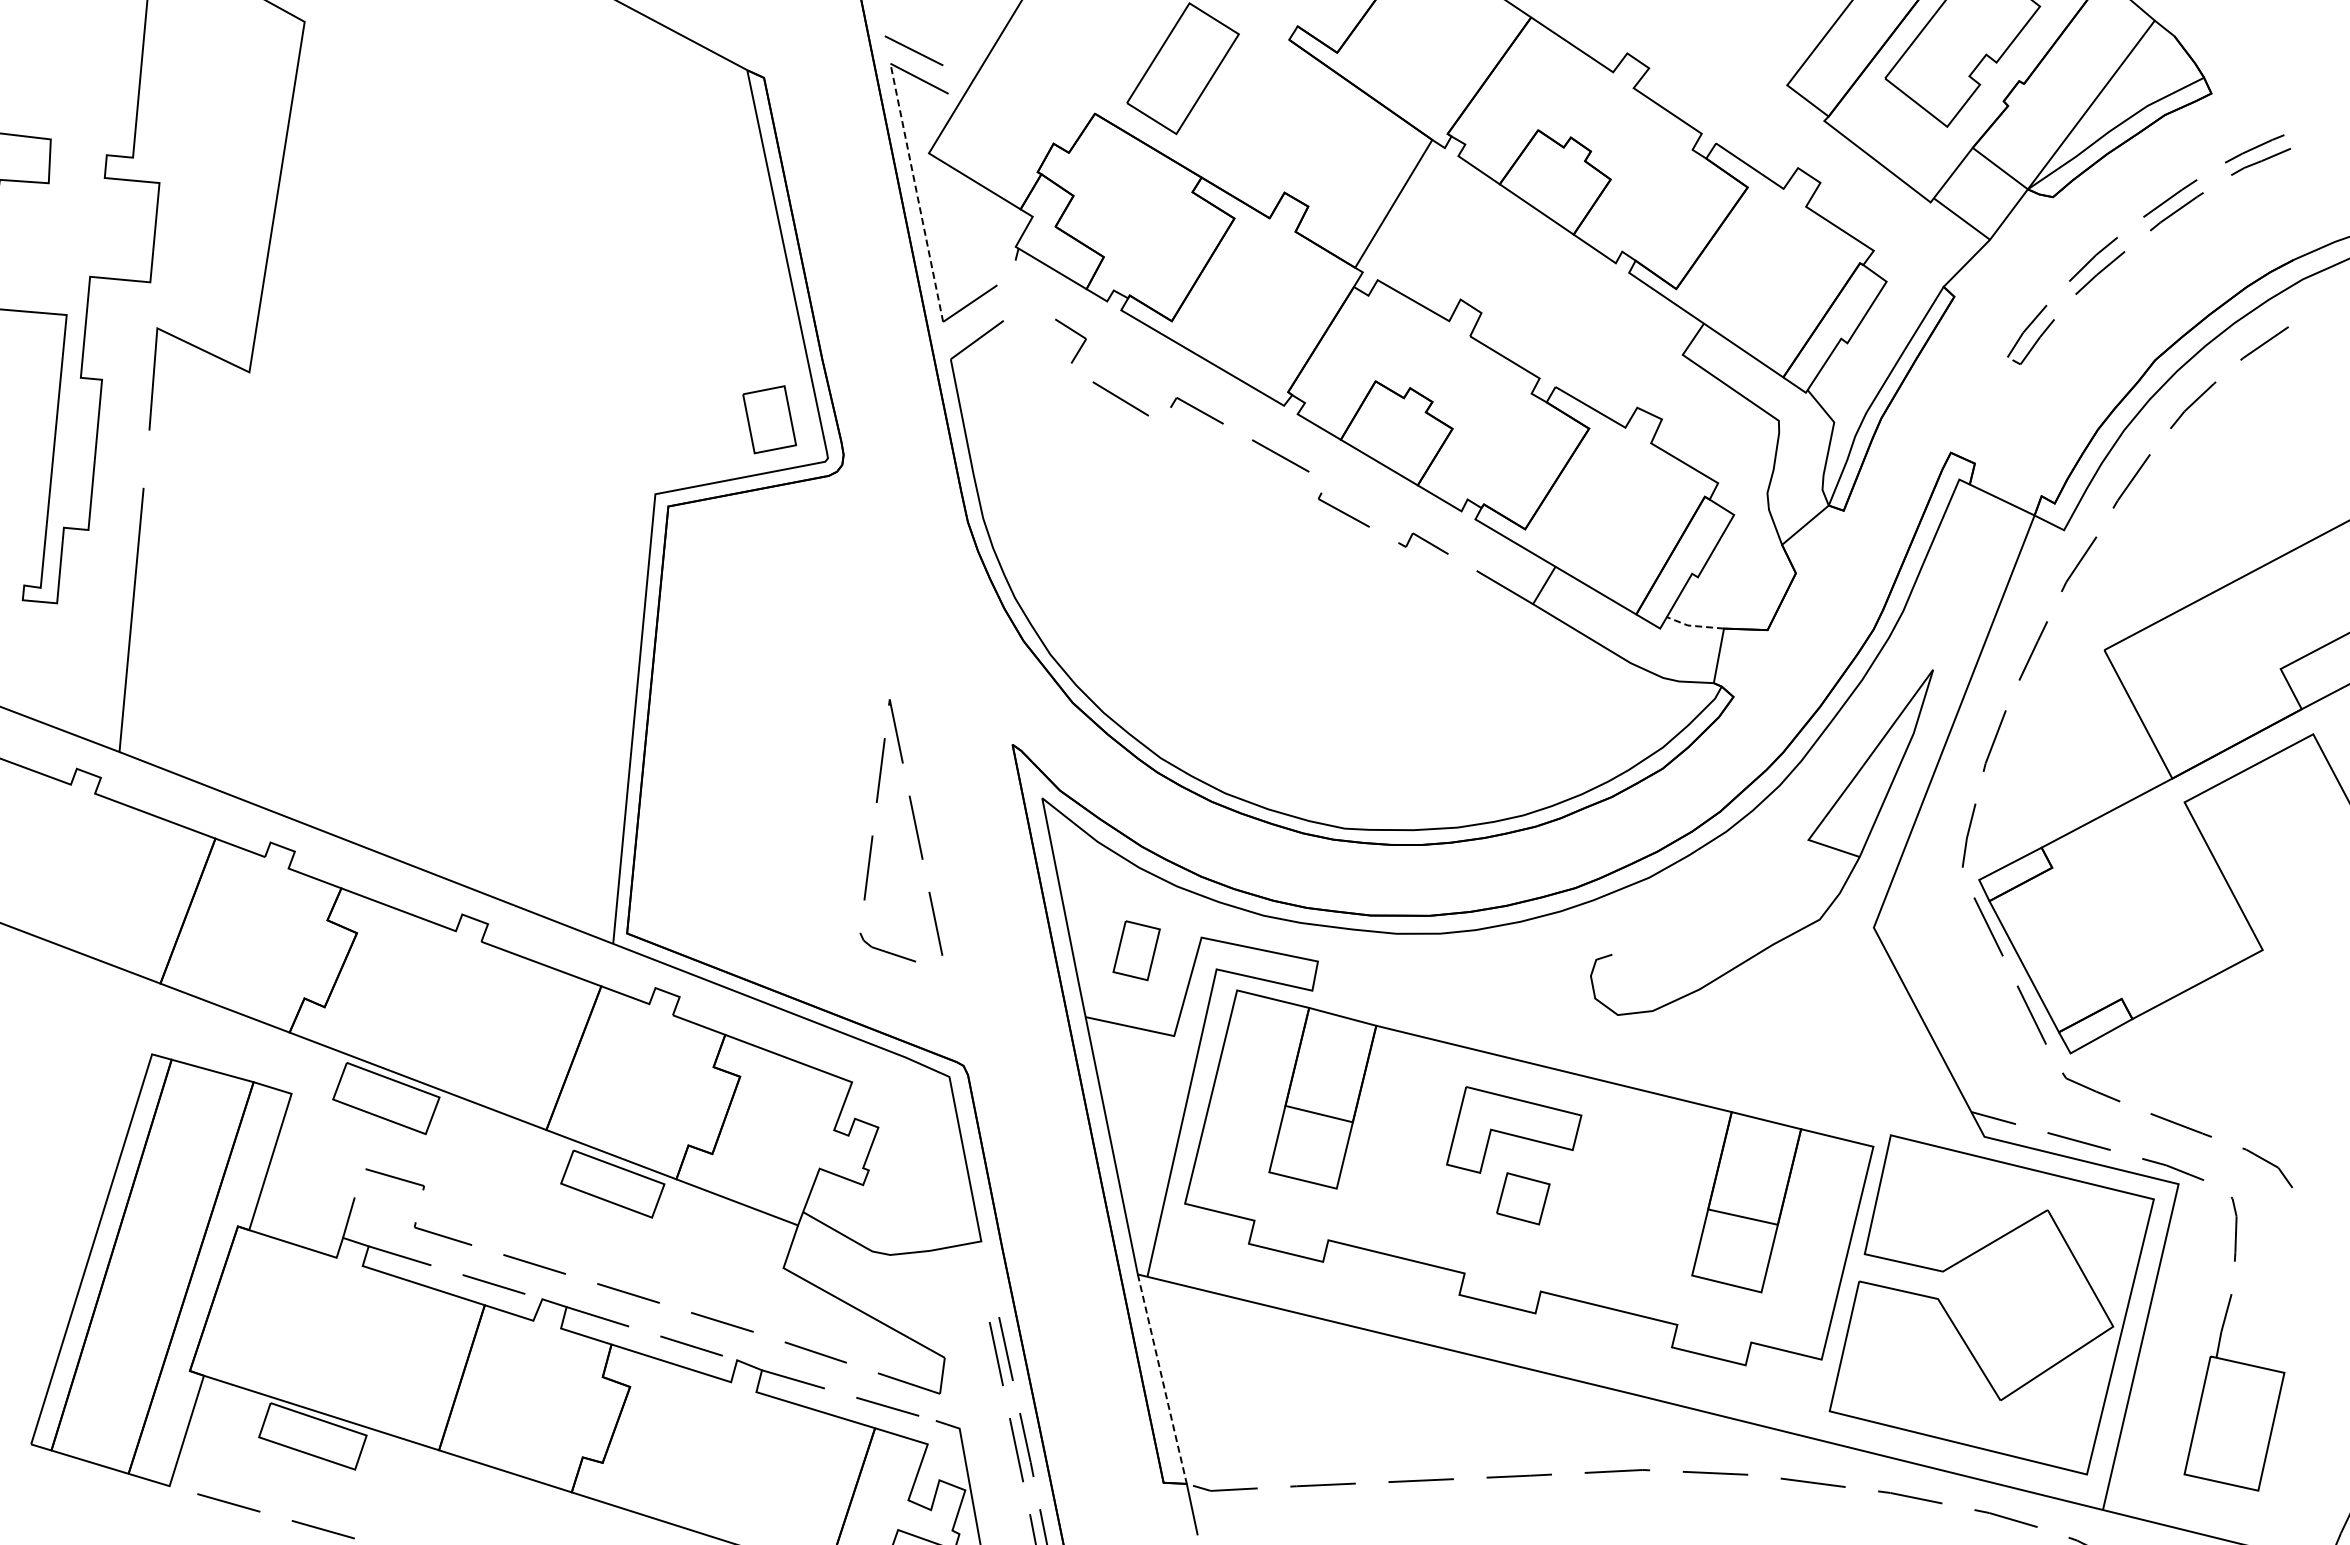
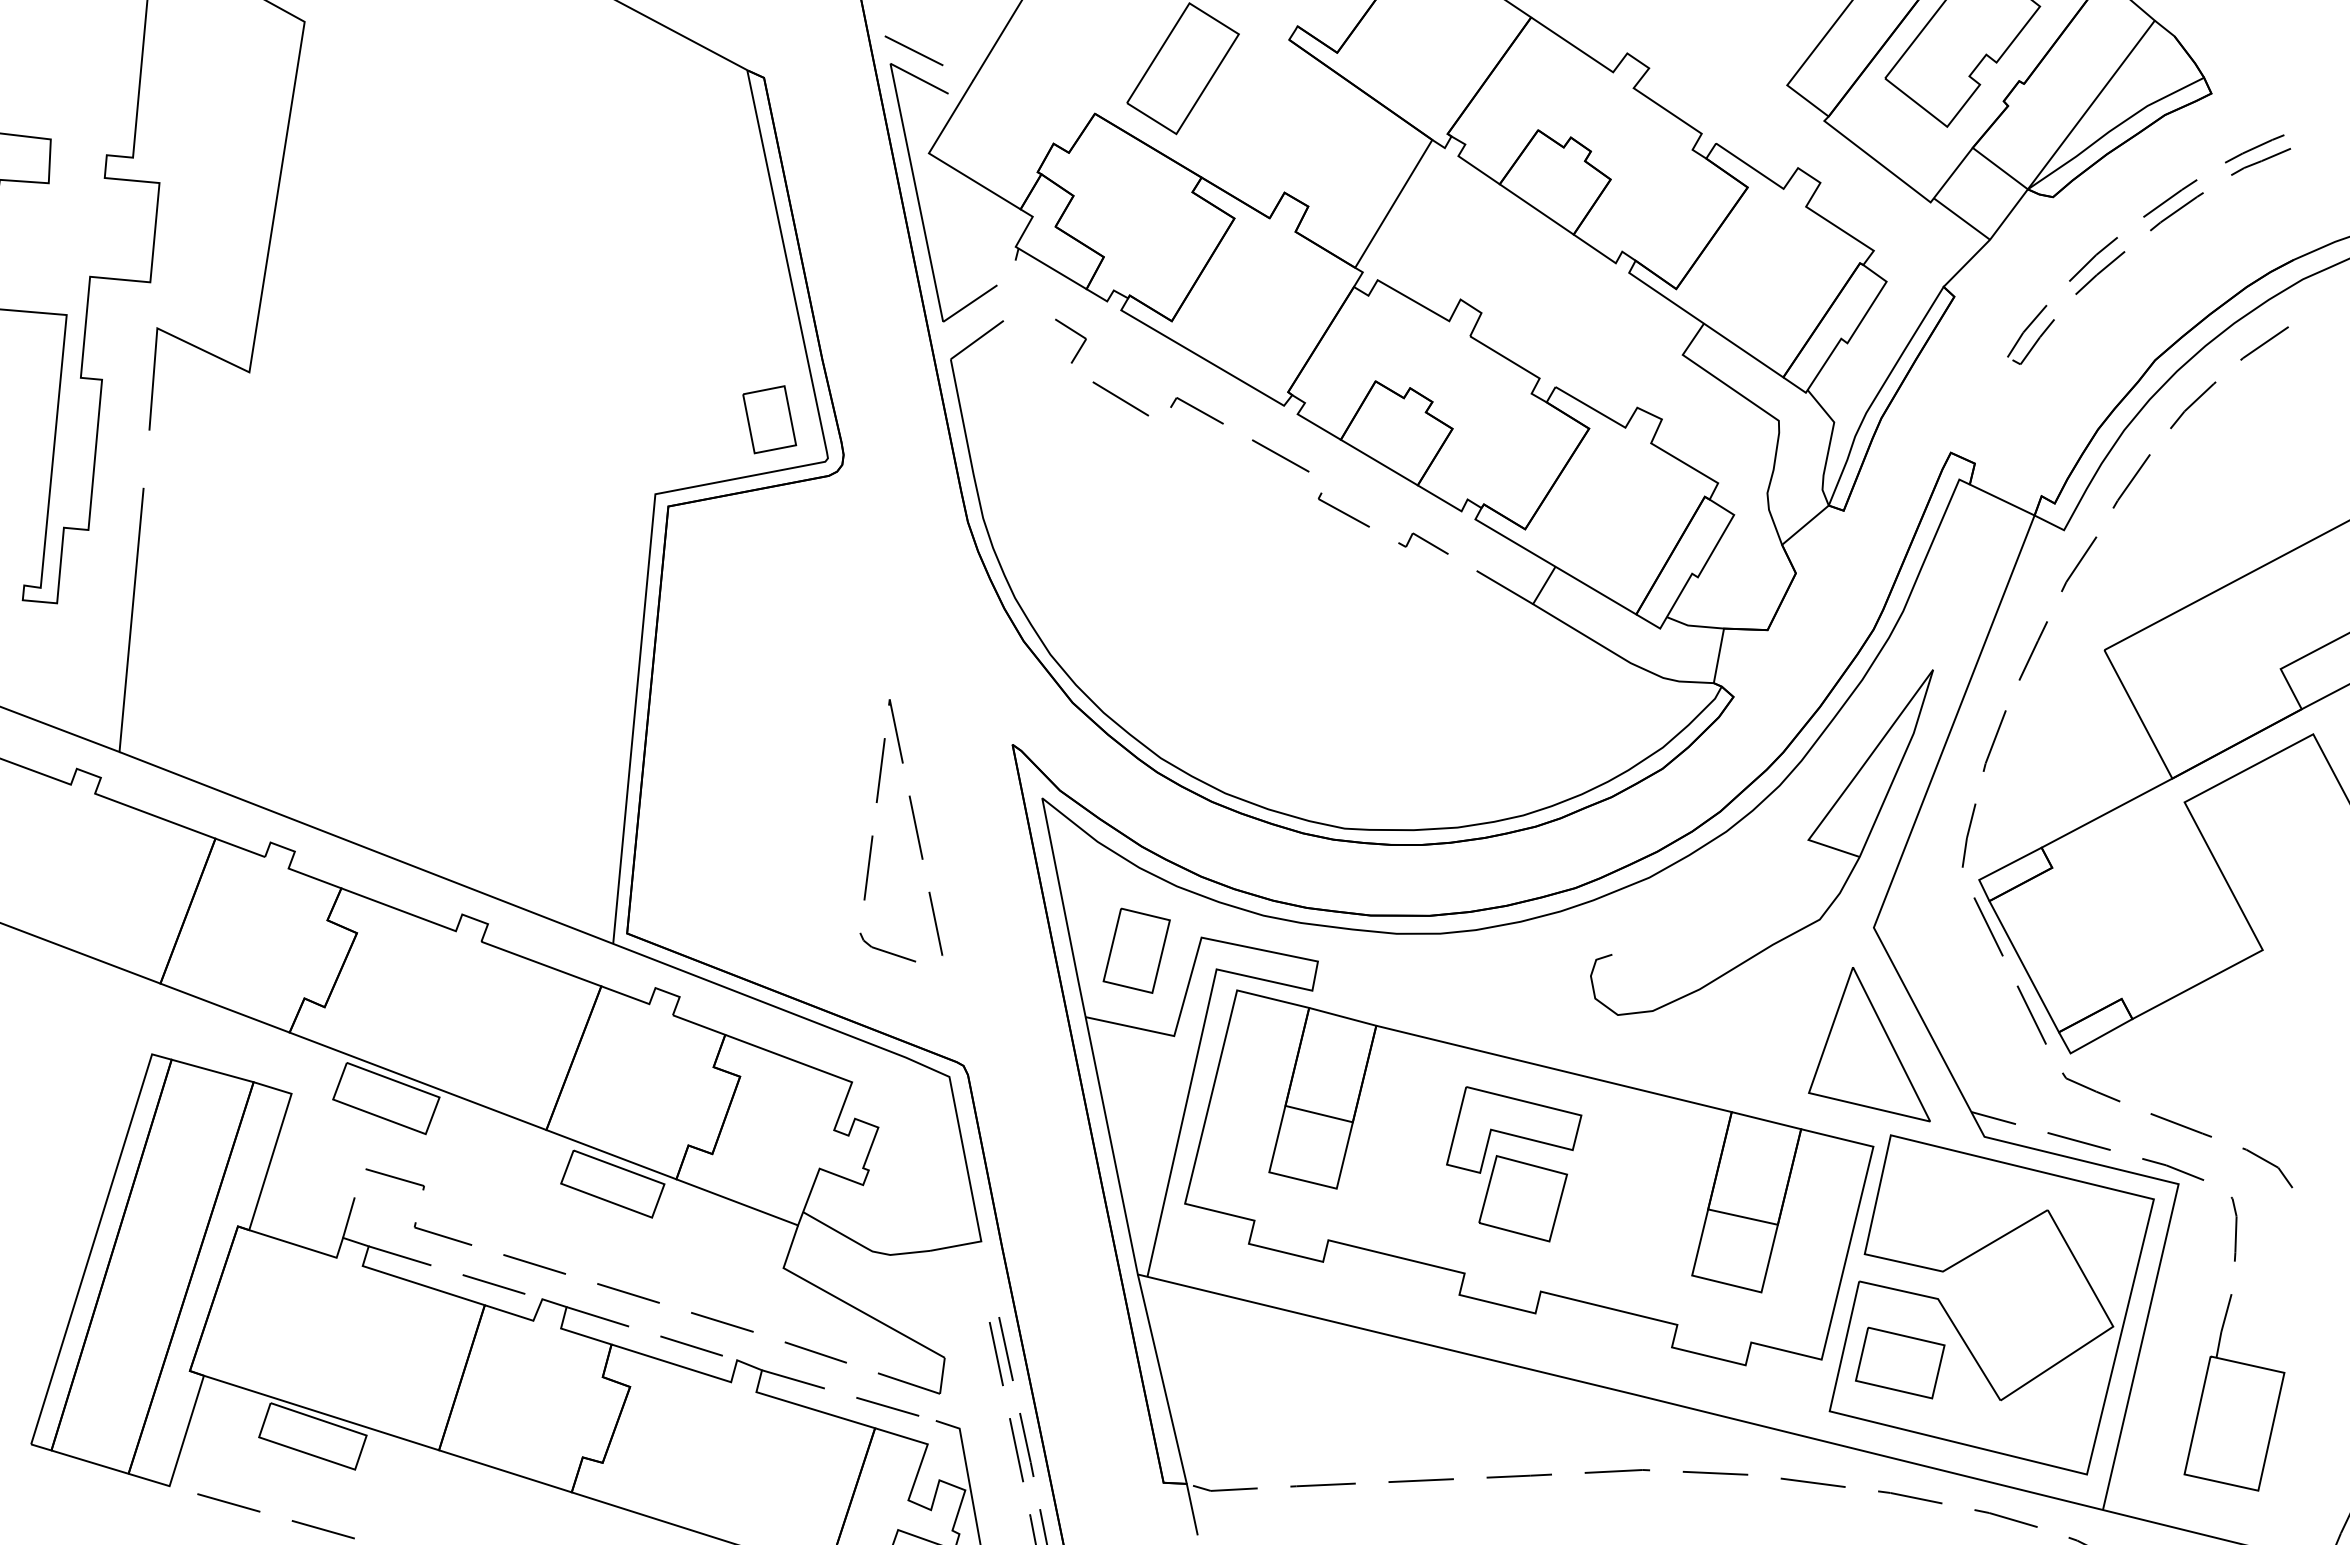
line at (916, 192): dashed -> solid
line at (1693, 626): dashed -> solid
part at (1136, 950) size: 49x62 px -> 69x87 px
part at (1869, 1044): none -> present
part at (1523, 1198) size: 55x54 px -> 91x88 px
part at (1900, 1362): none -> present
line at (1162, 1379): dashed -> solid
